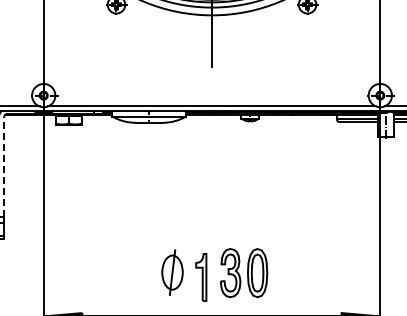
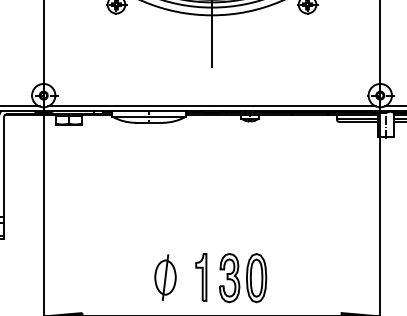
line at (4, 166): dashed -> solid
part at (172, 272) position: (172, 272) -> (165, 277)
part at (244, 273) position: (244, 273) -> (243, 278)
